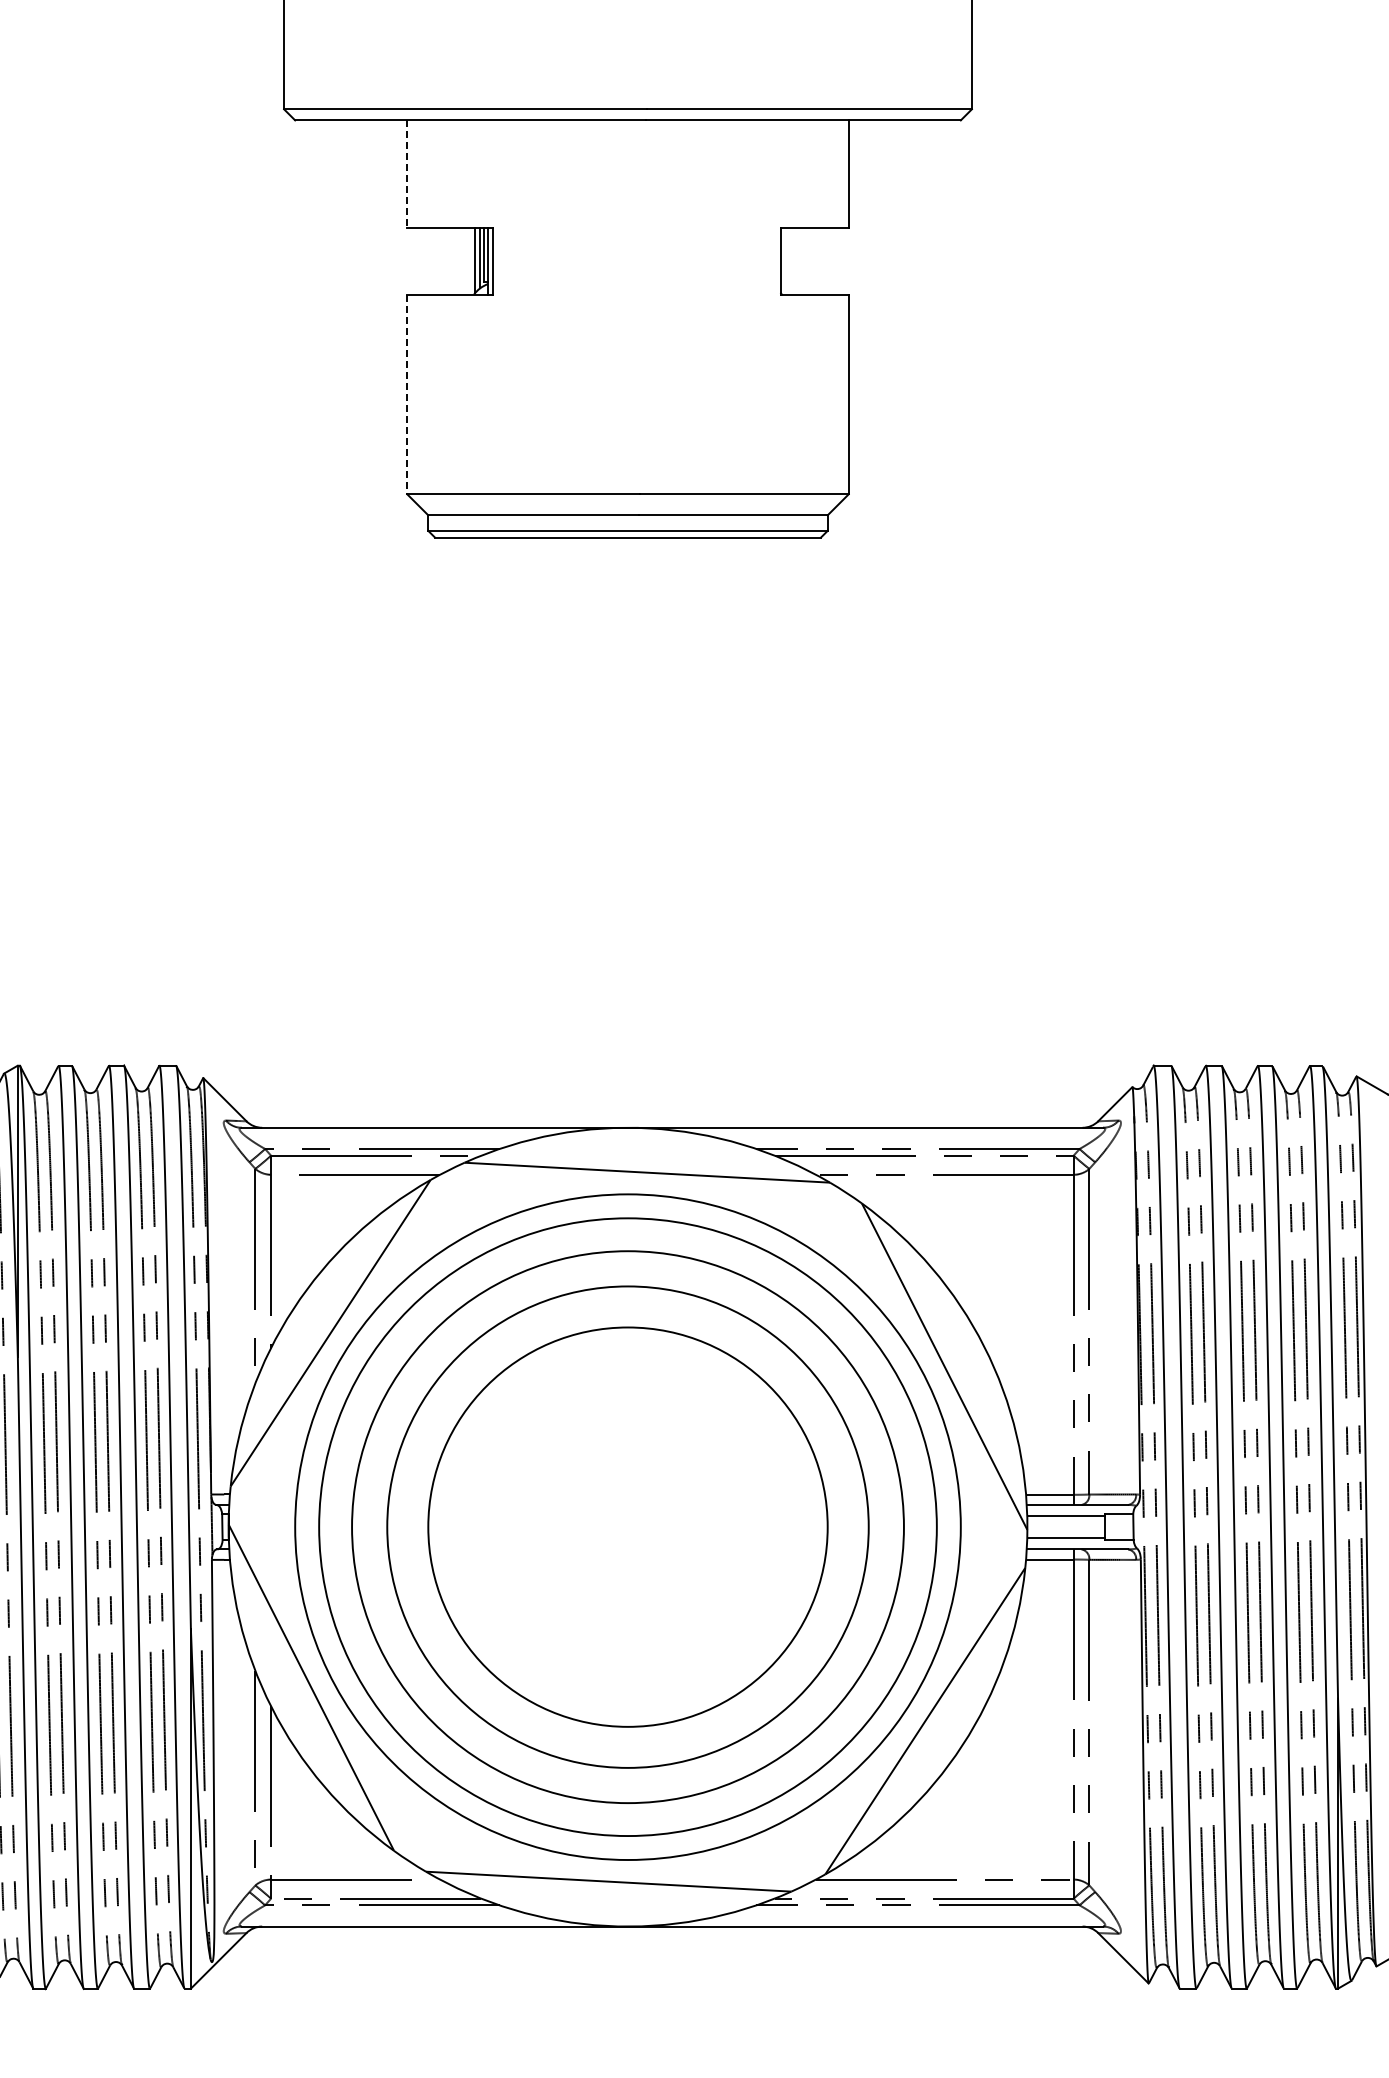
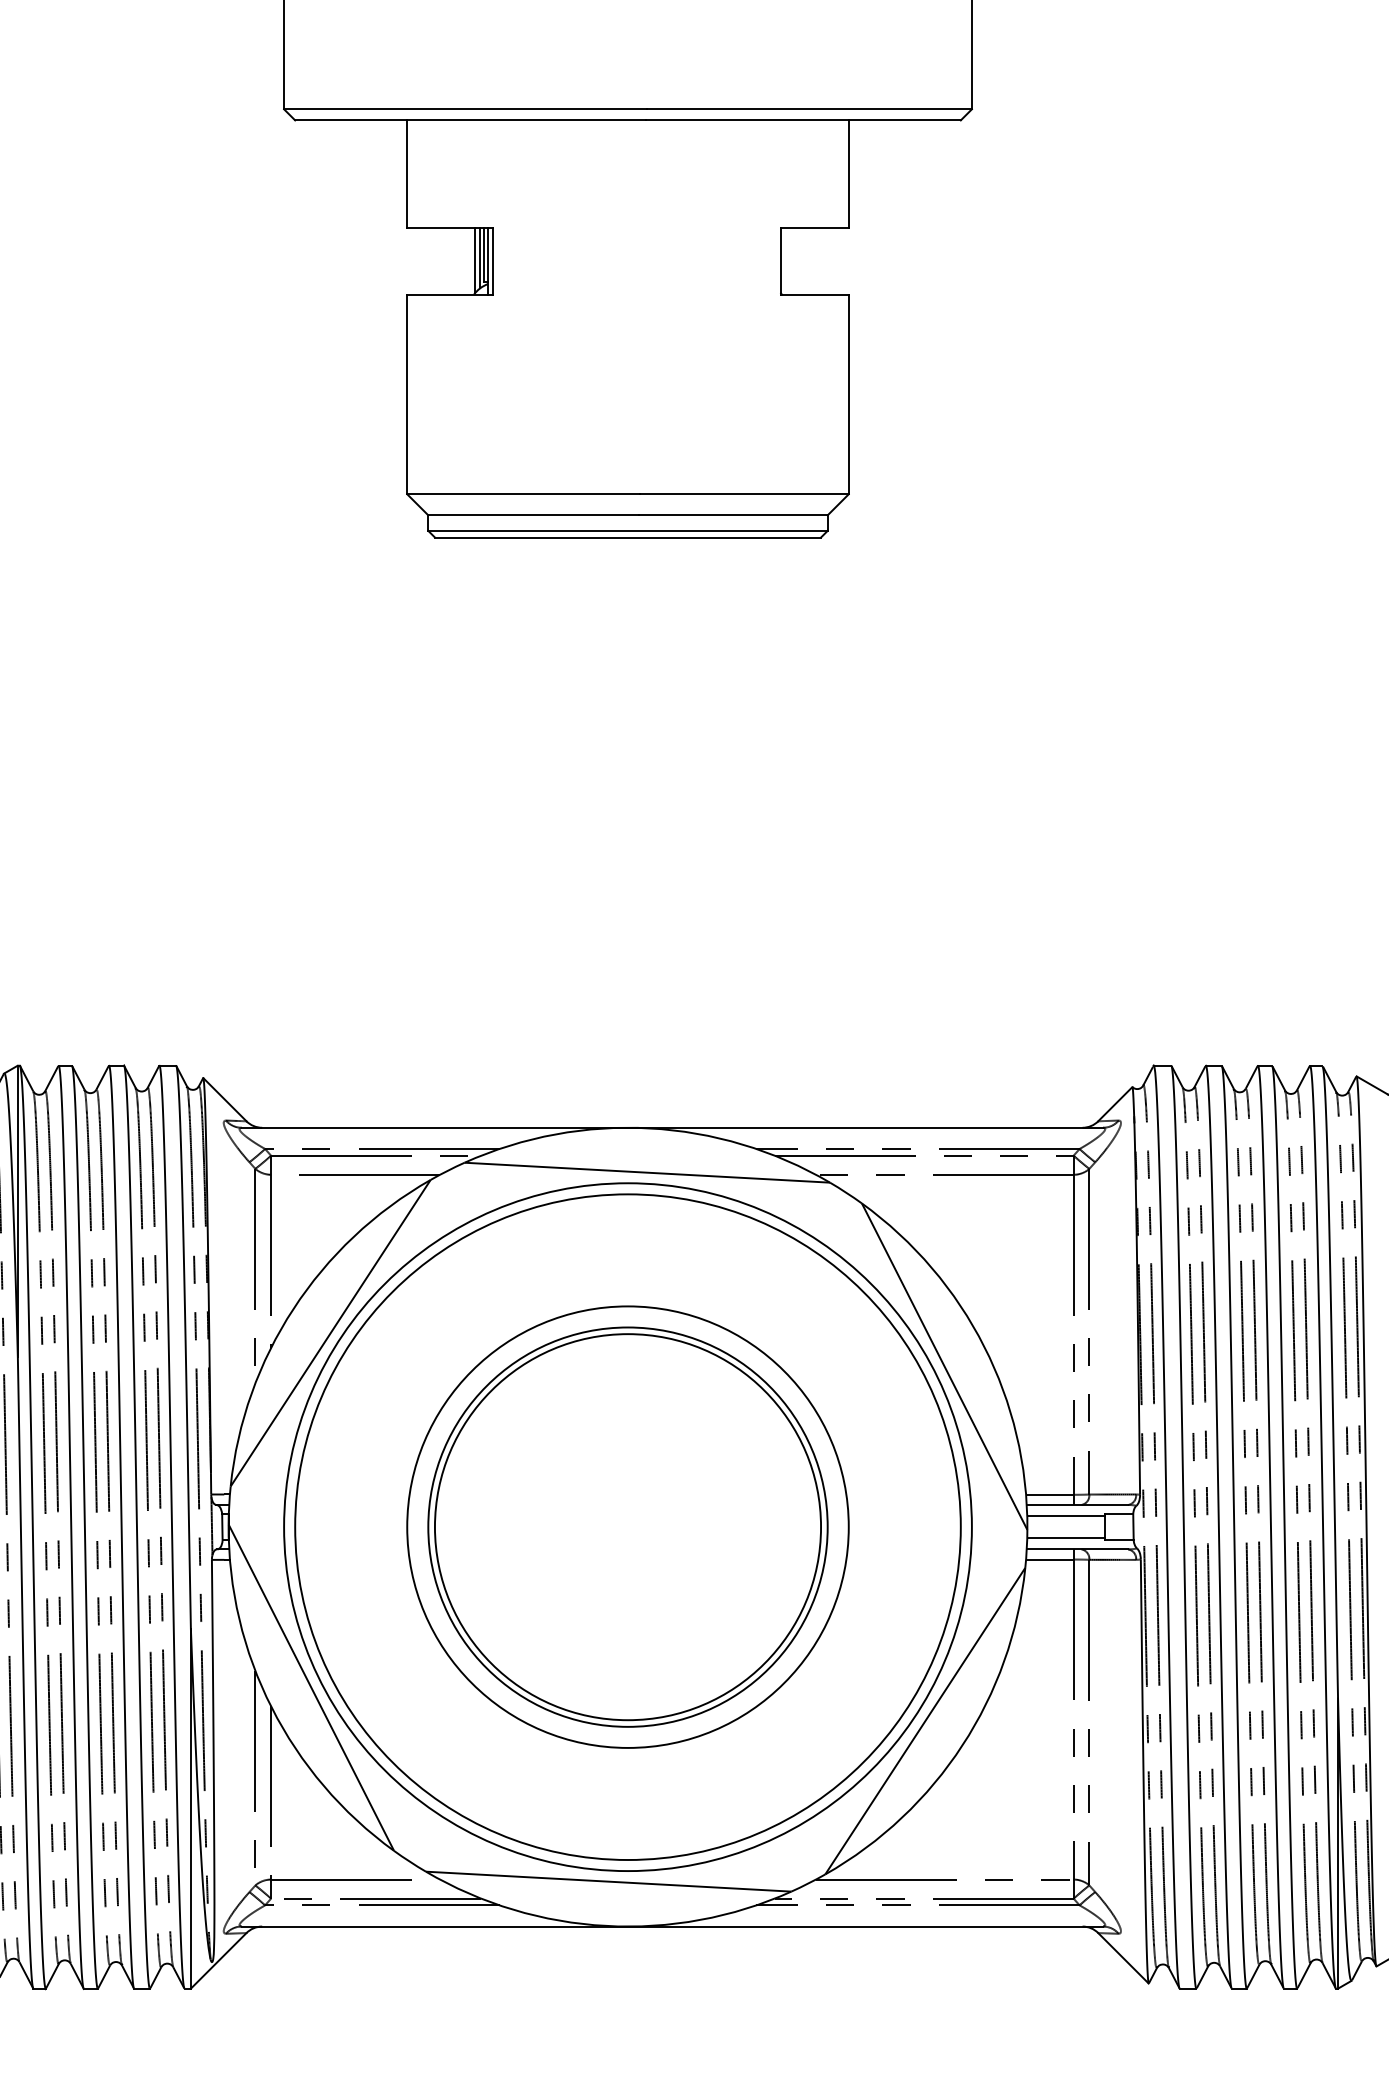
line at (407, 174): dashed -> solid
line at (407, 394): dashed -> solid
circle at (627, 1526) diameter: 481 px -> 688 px
circle at (627, 1527) diameter: 552 px -> 442 px
circle at (627, 1527) diameter: 618 px -> 386 px
